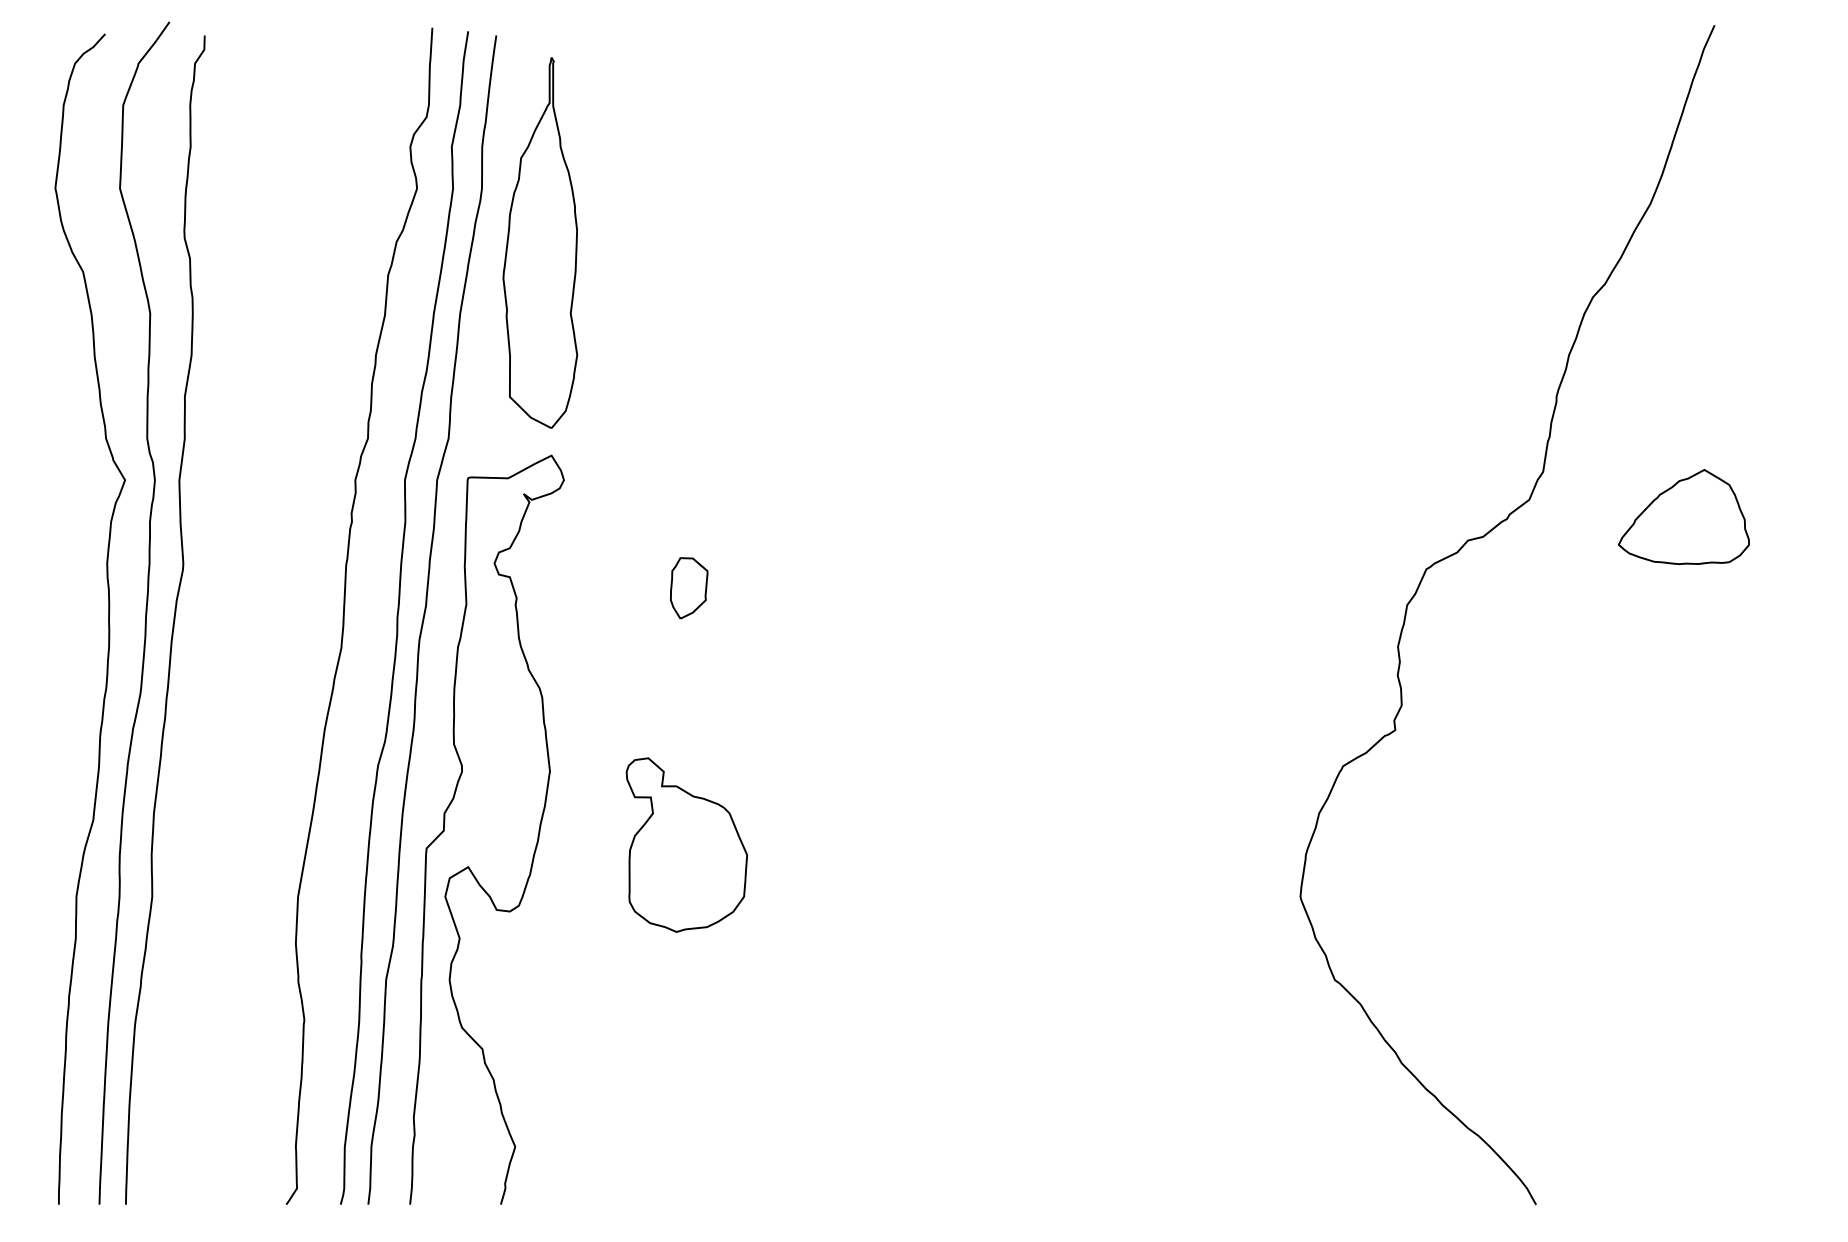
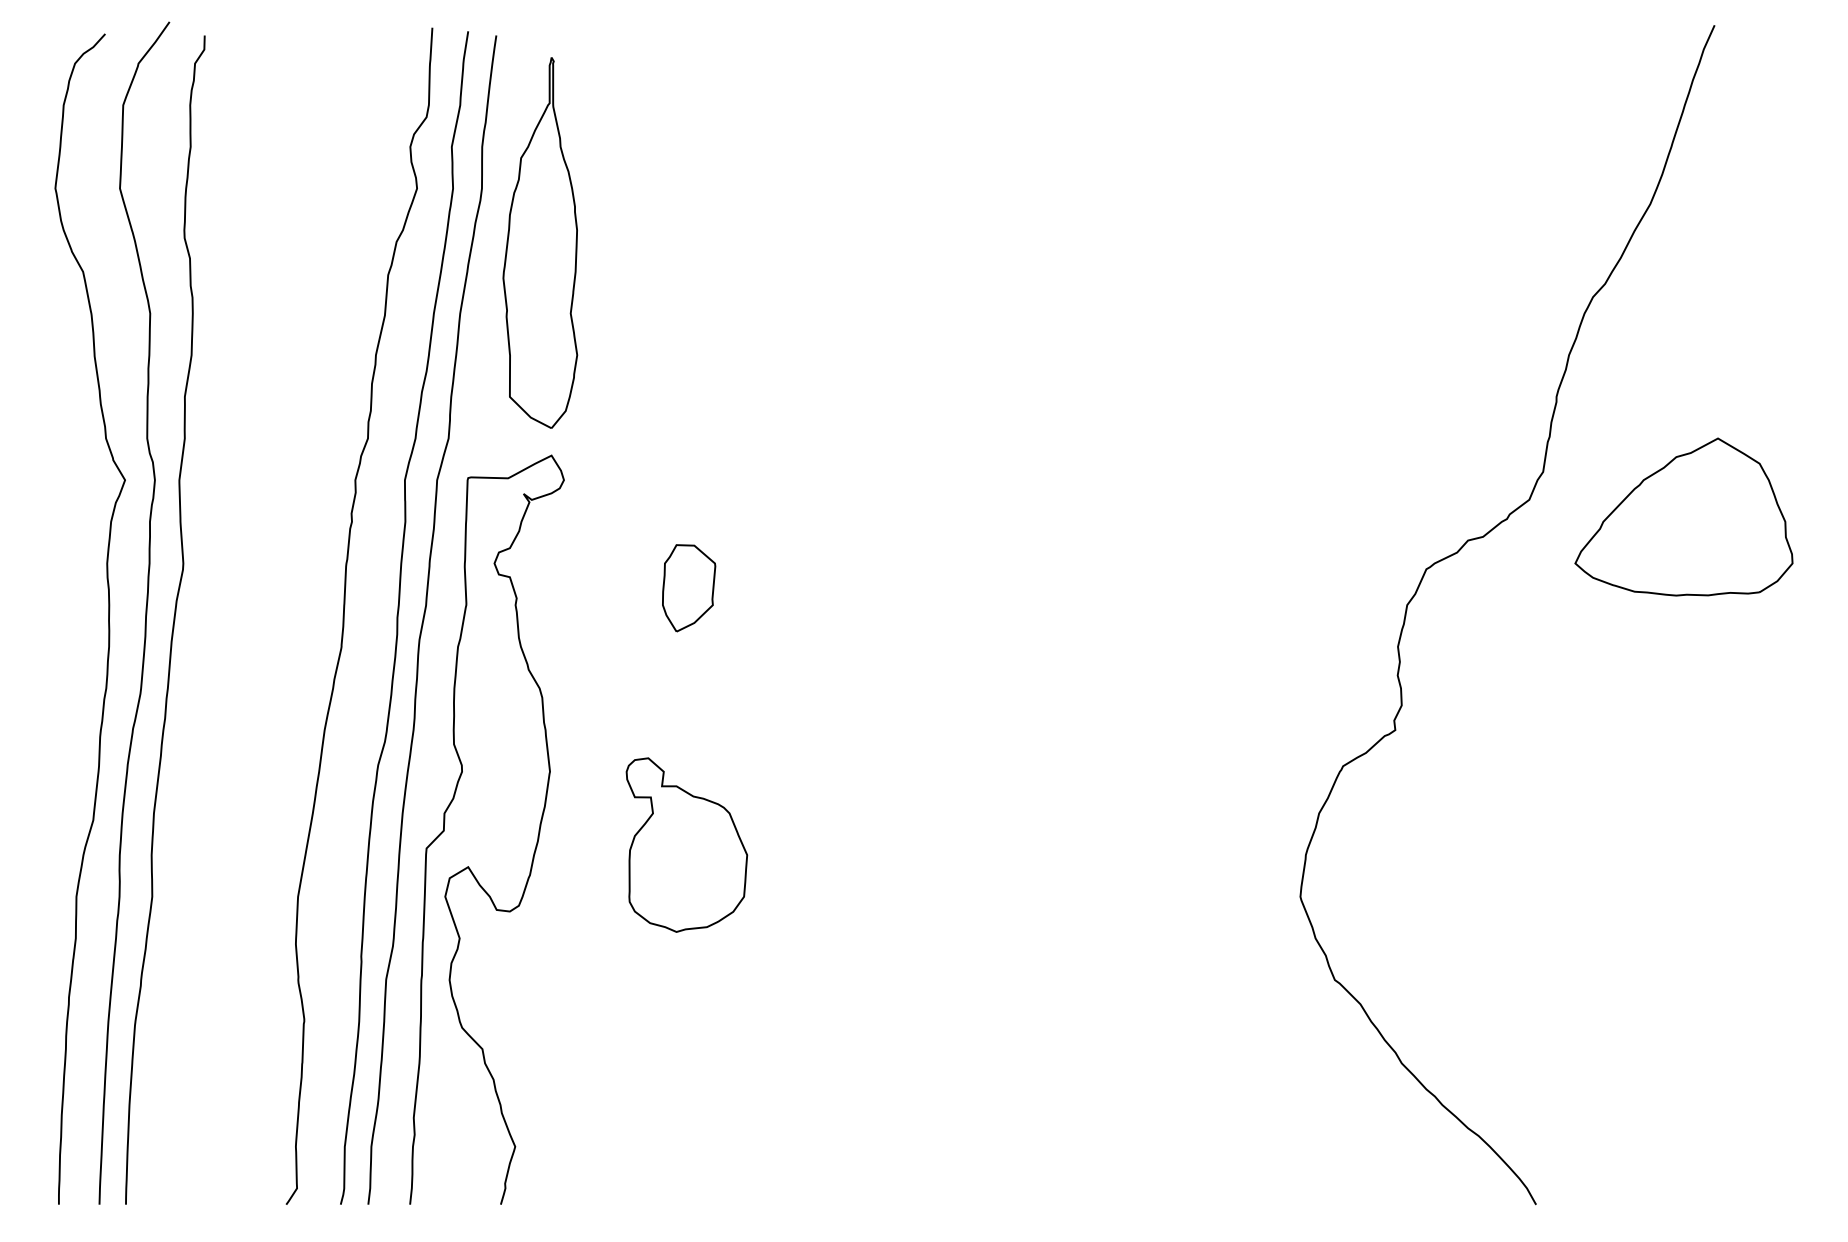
part at (1683, 516) size: 132x96 px -> 220x160 px
part at (689, 588) size: 39x63 px -> 55x89 px
